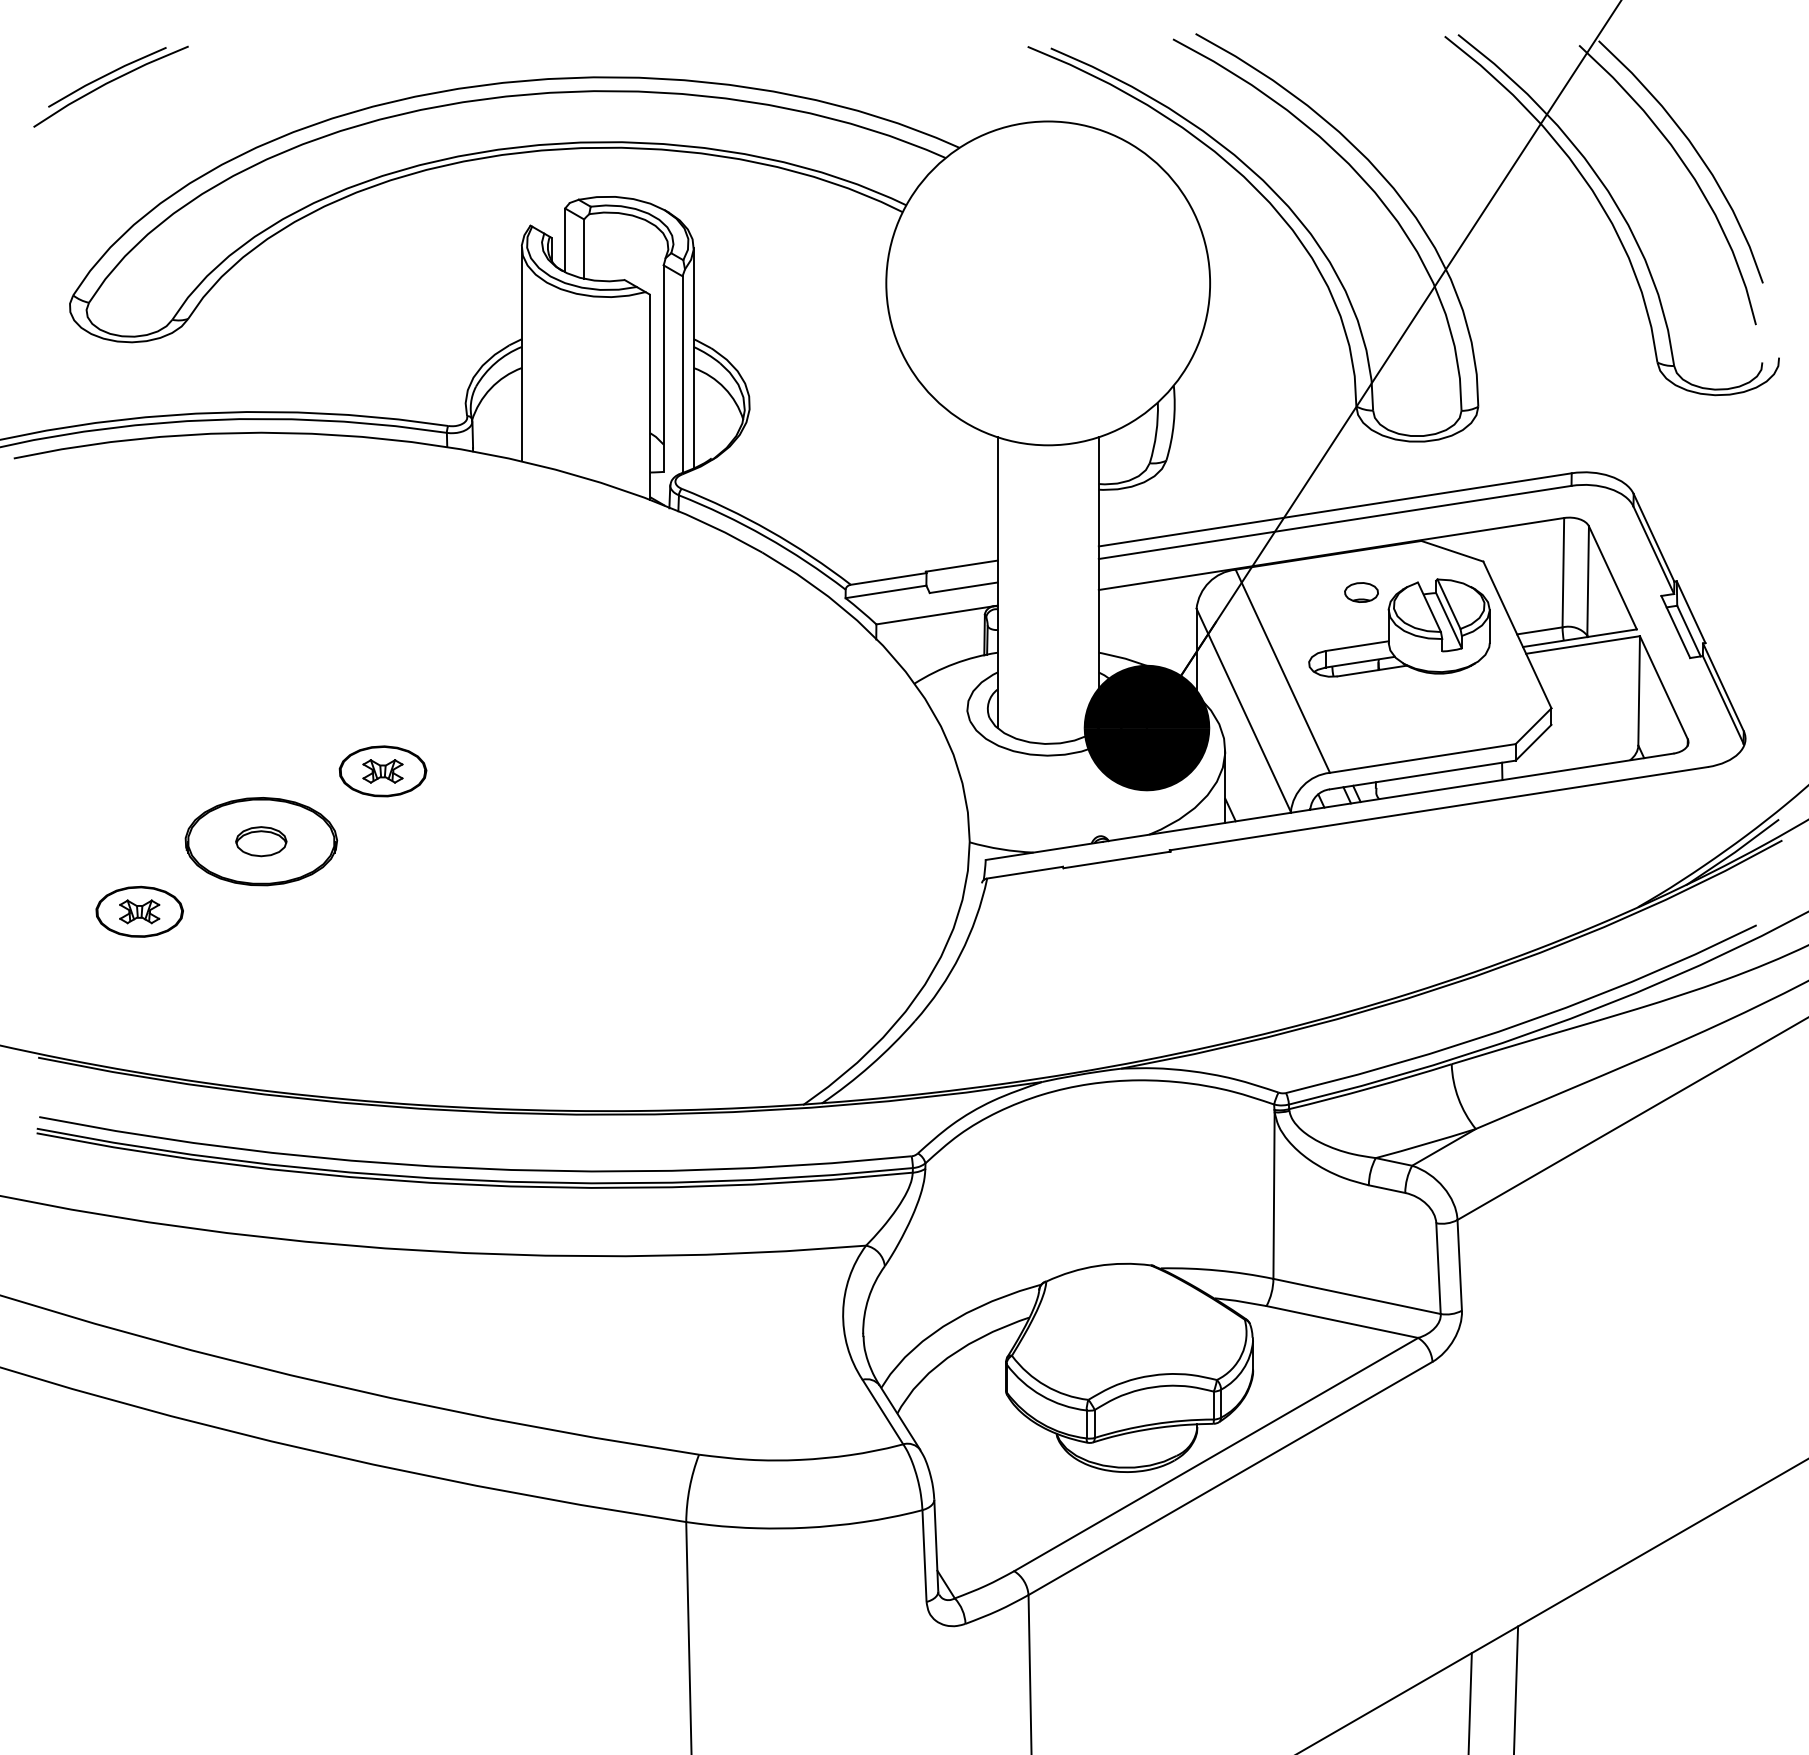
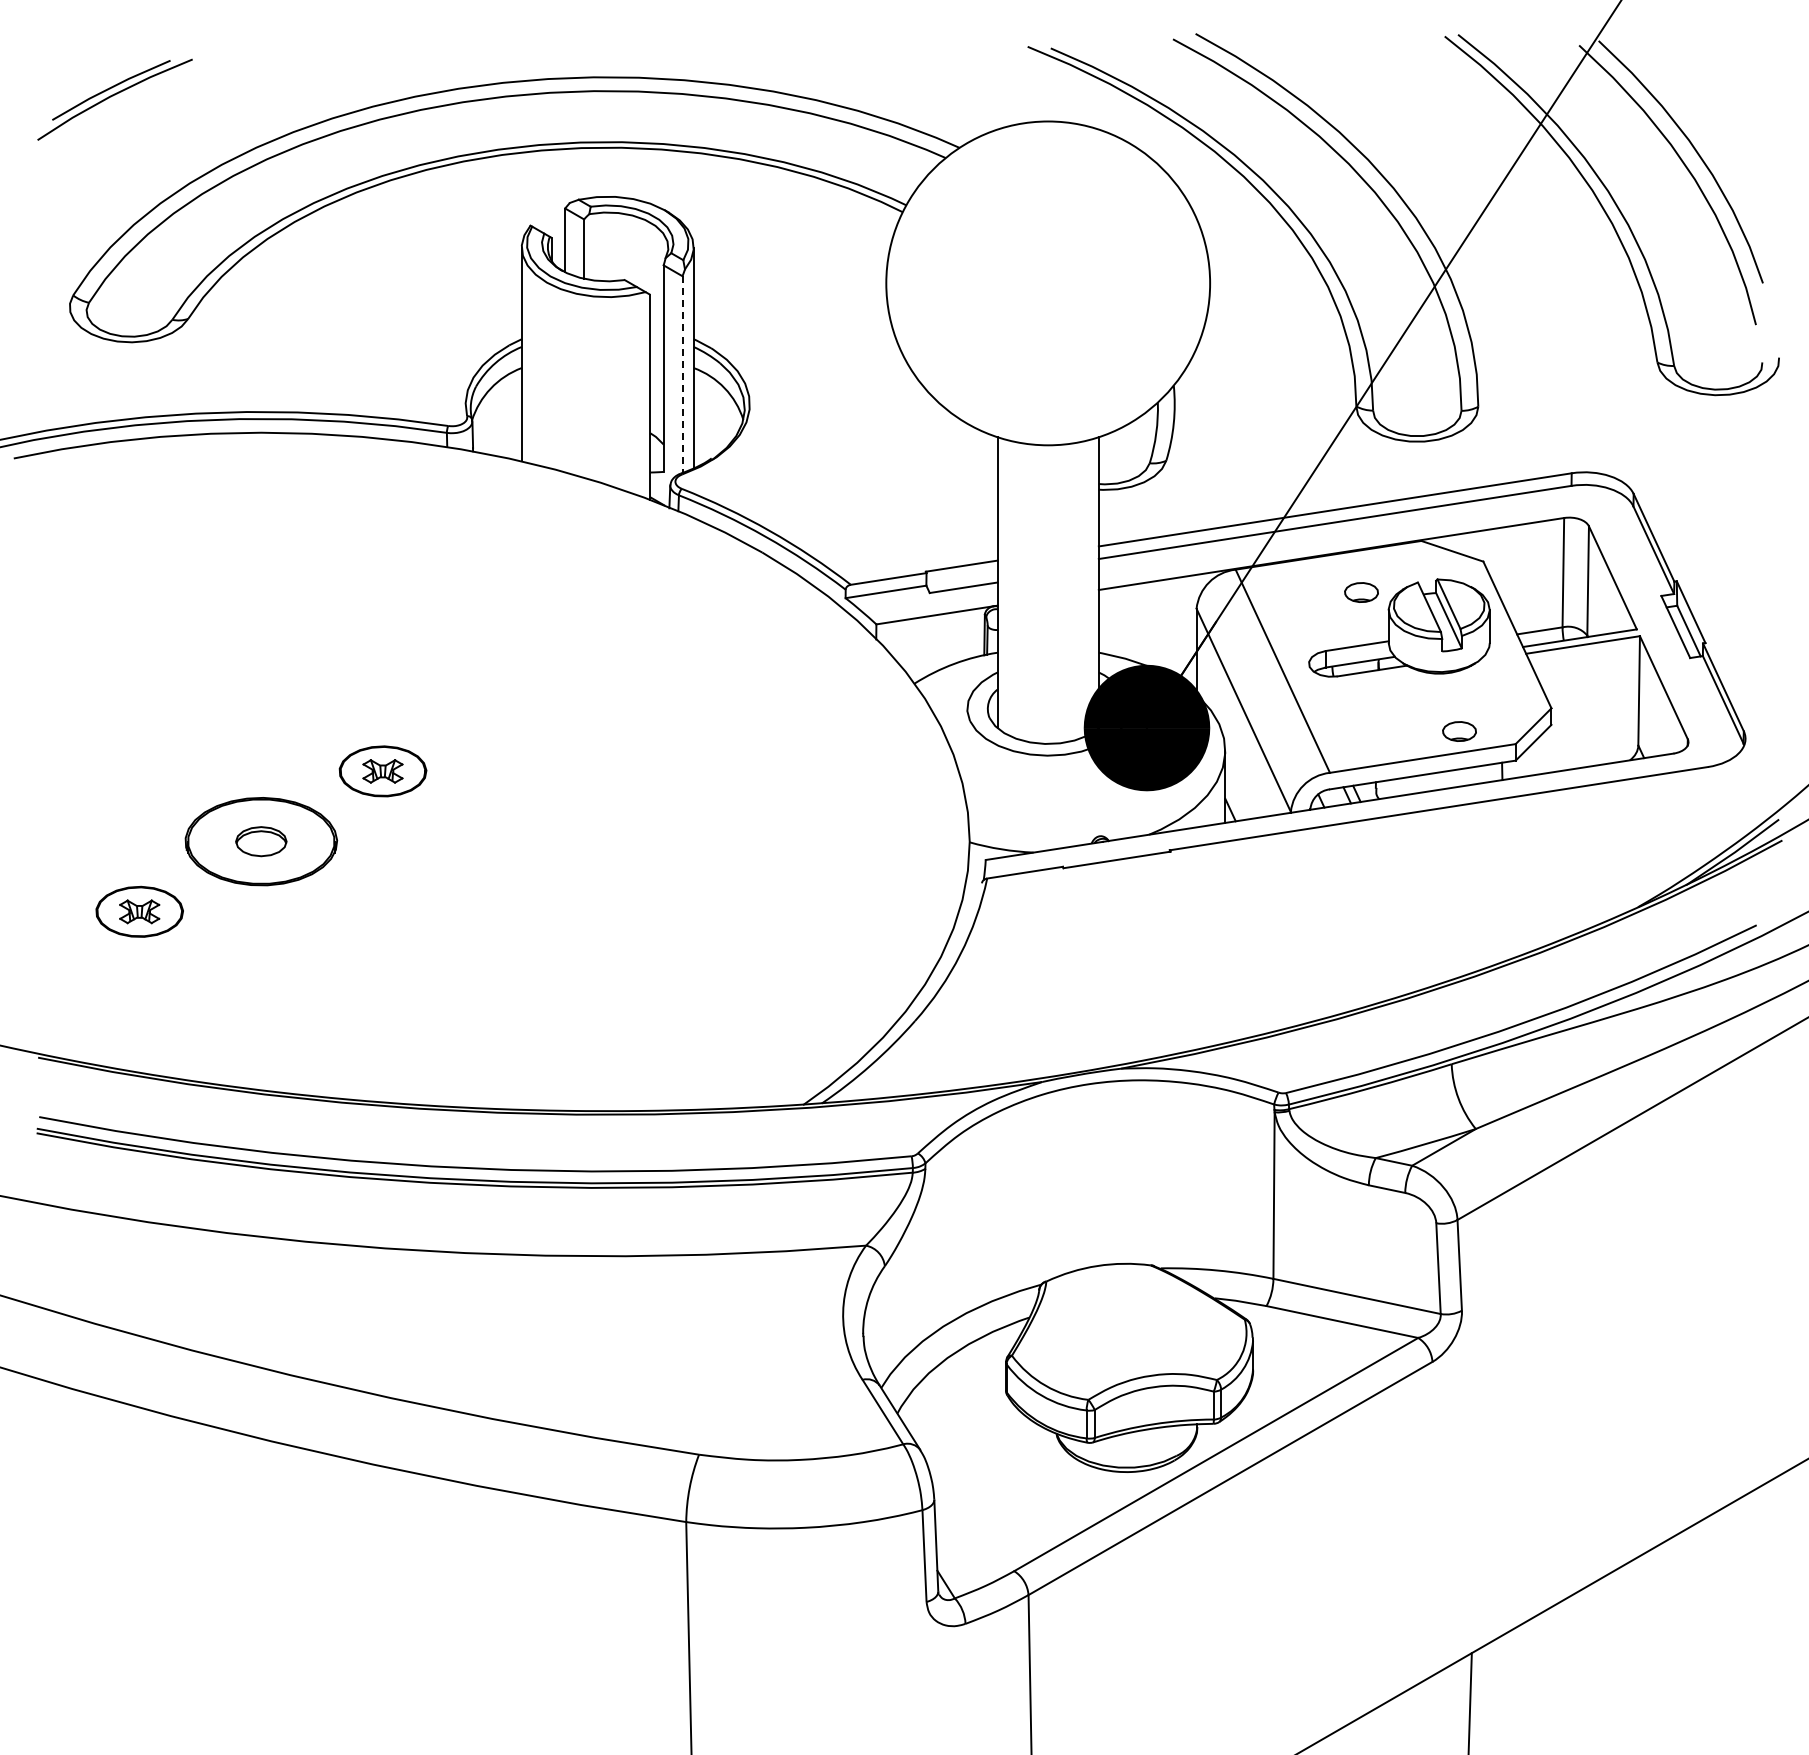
part at (110, 86) position: (110, 86) -> (114, 99)
line at (682, 375): solid -> dashed
part at (1459, 731): none -> present
line at (1516, 1688): present -> none
